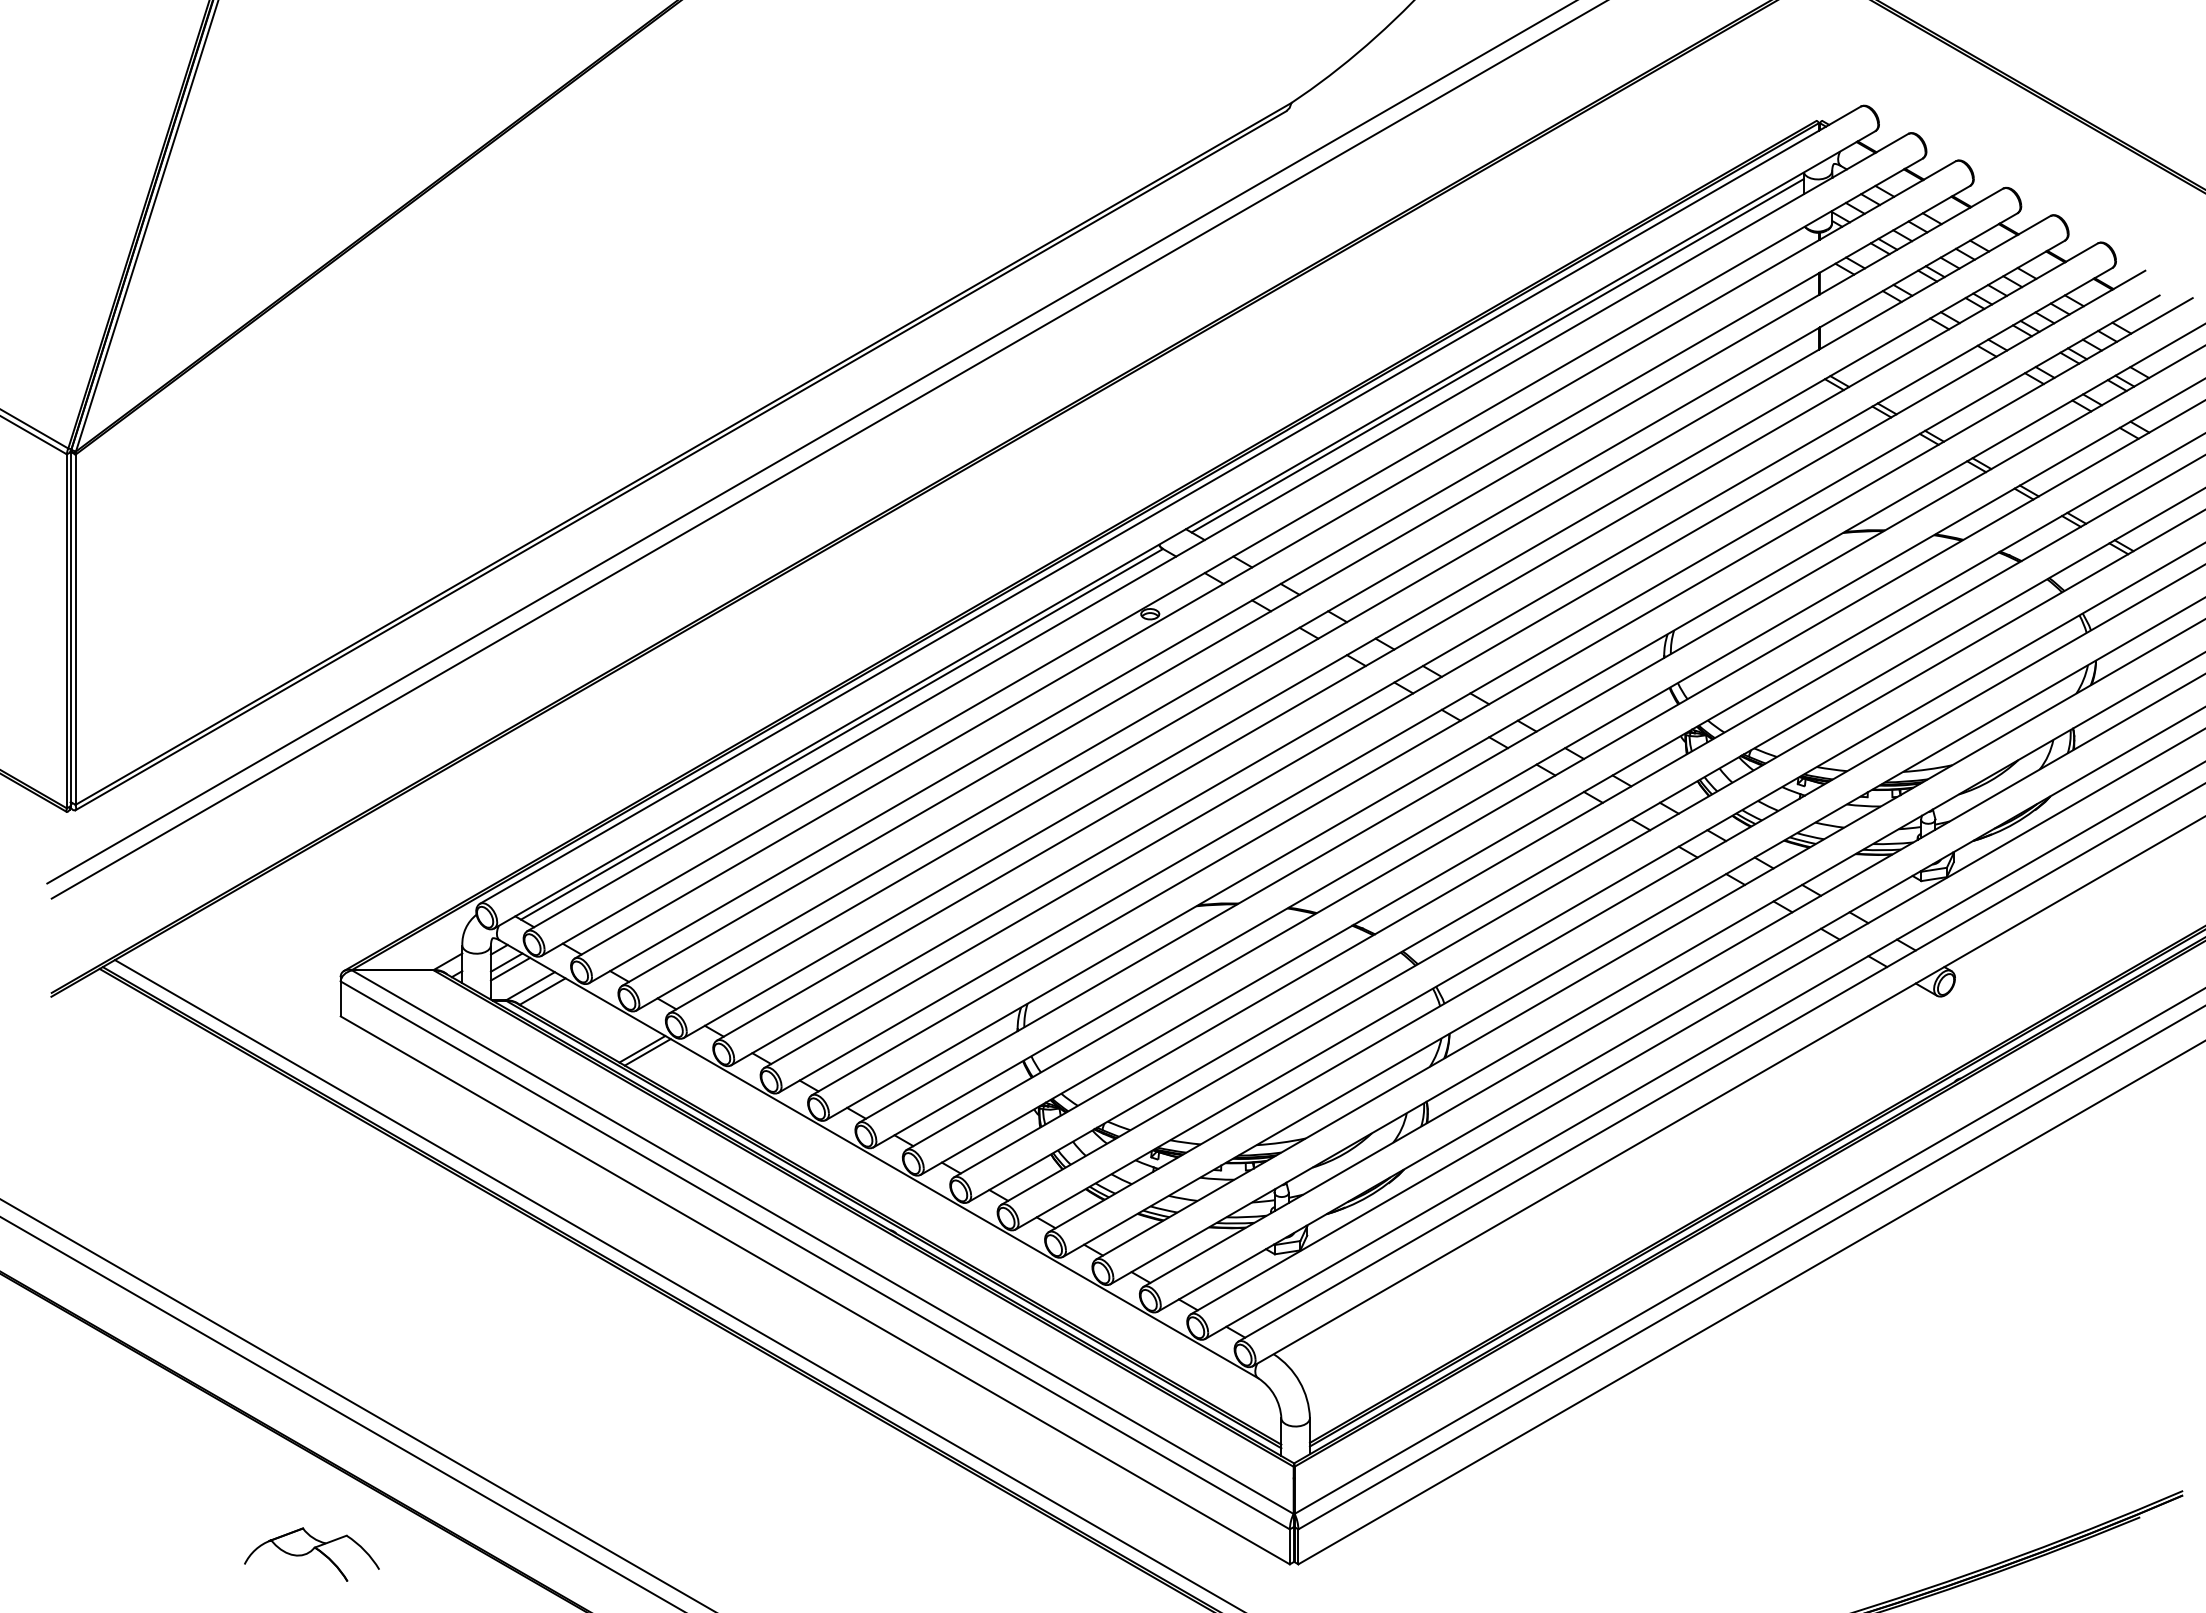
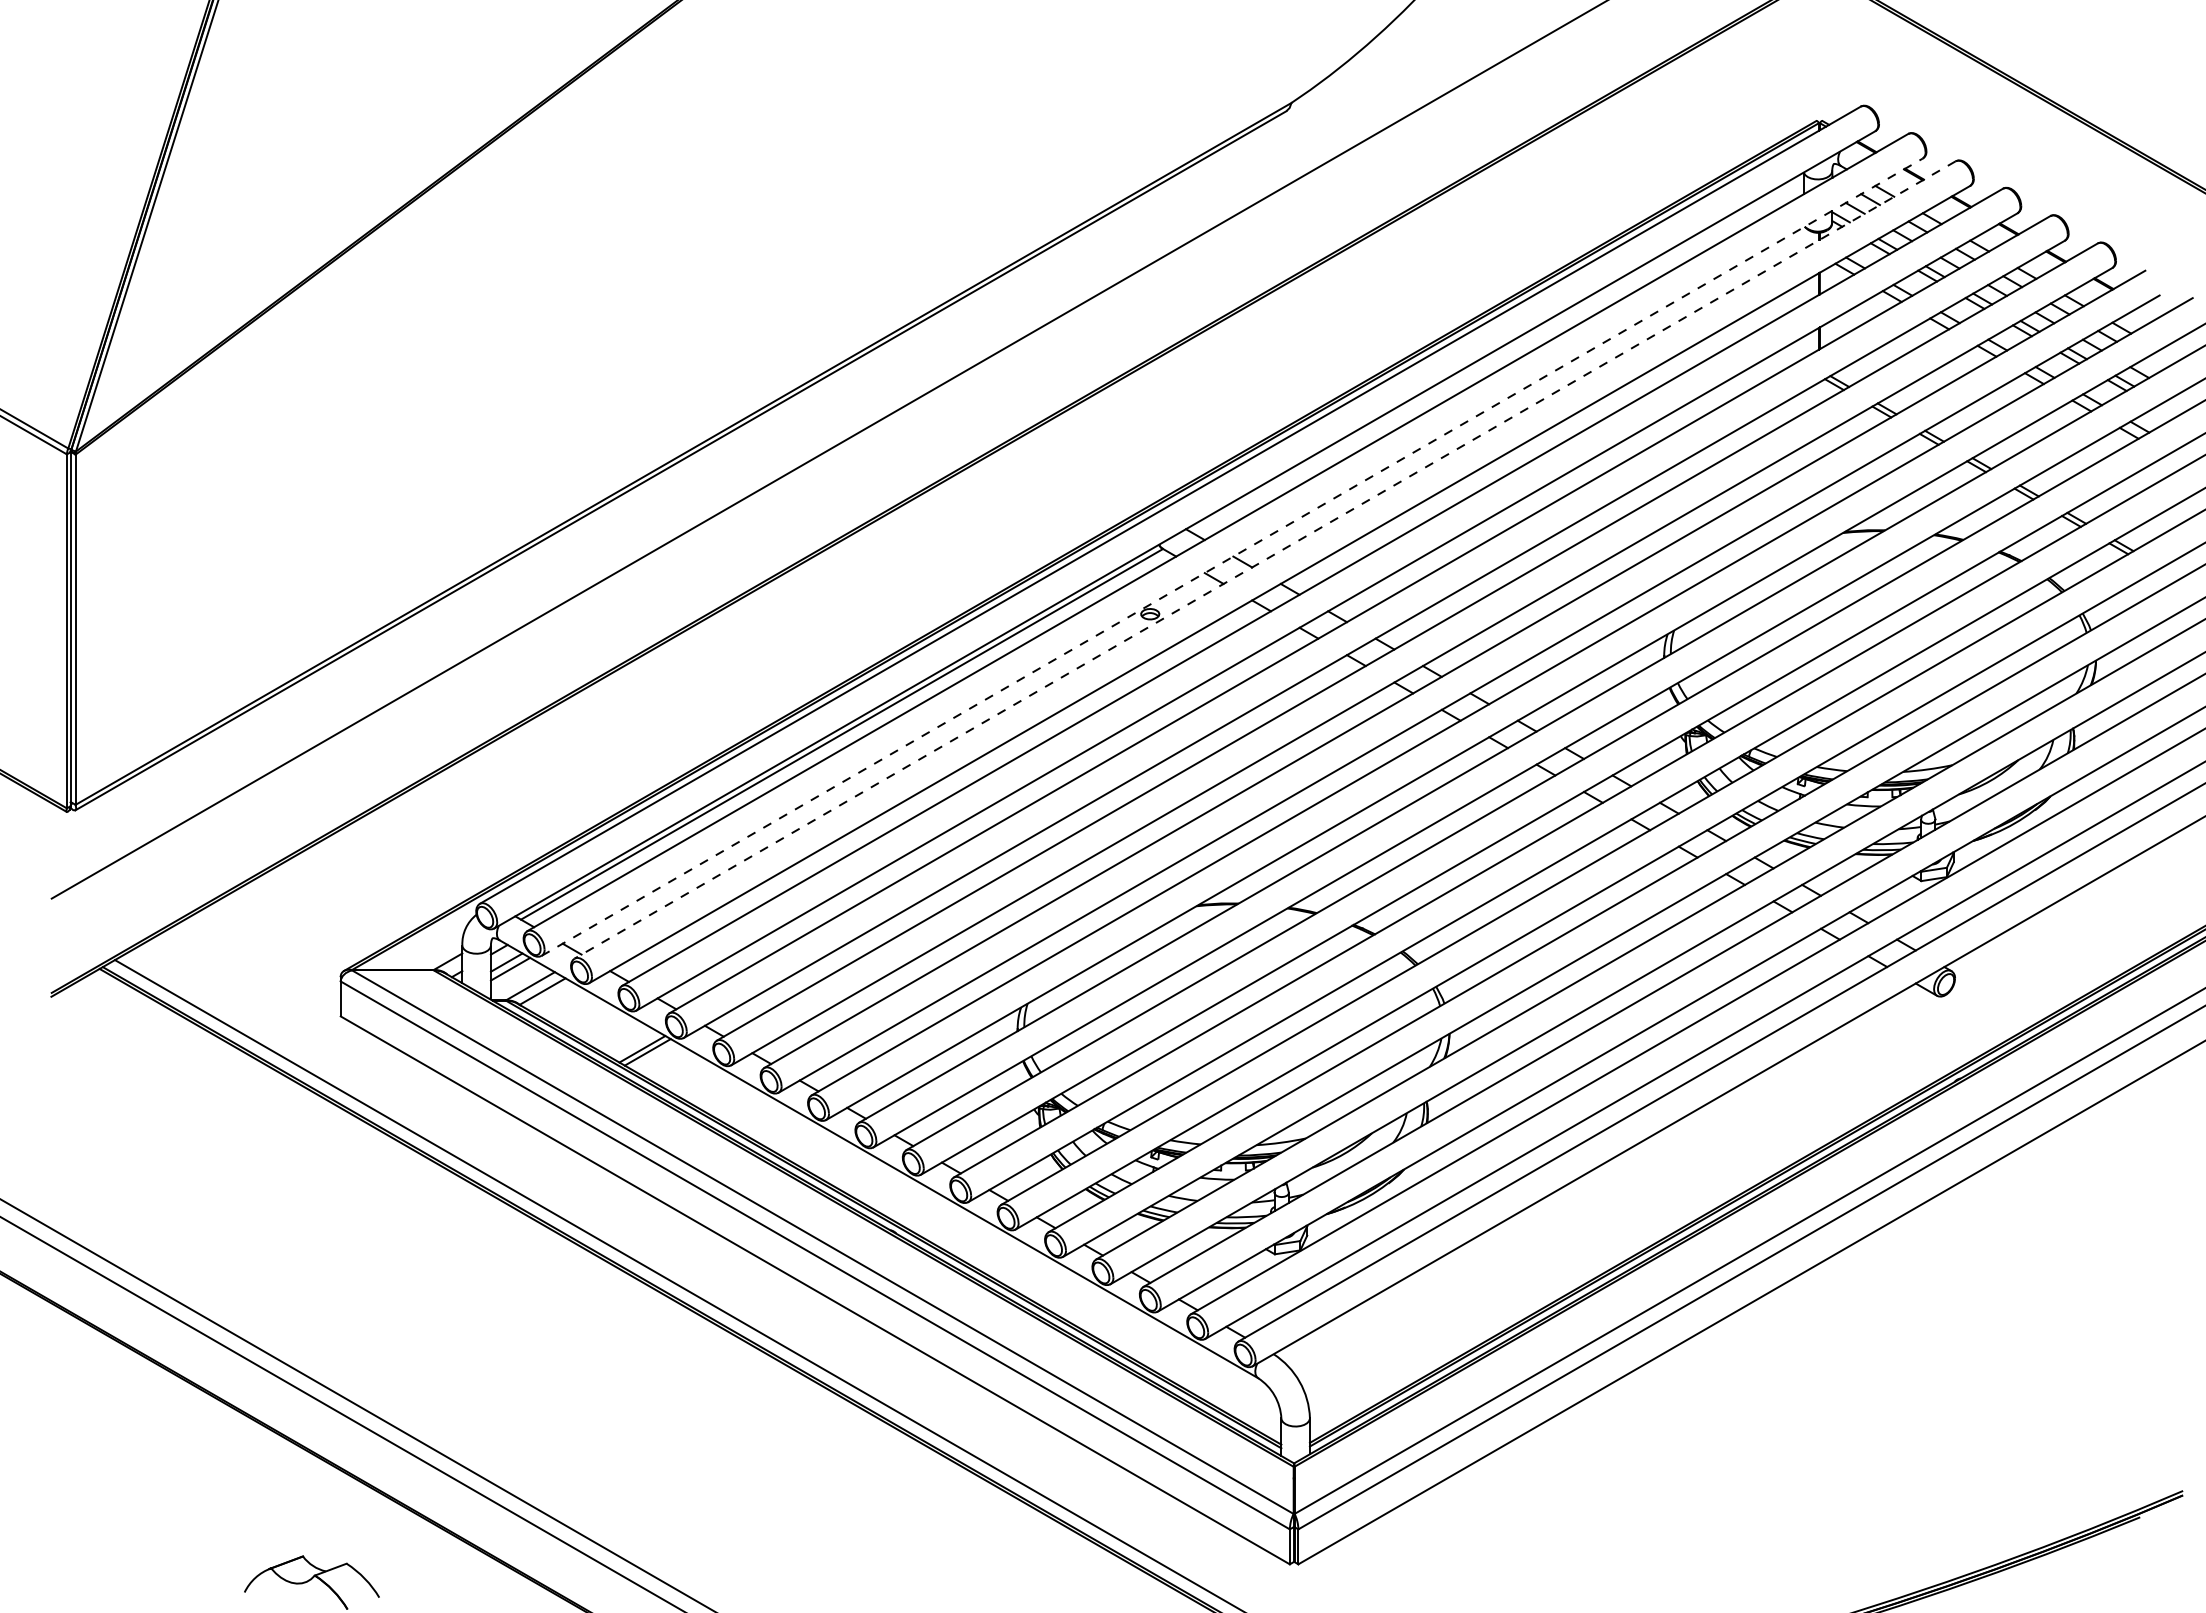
line at (1497, 355): present -> none
line at (810, 442): present -> none
line at (1232, 557): solid -> dashed
line at (1264, 560): solid -> dashed
part at (311, 1554) position: (311, 1554) -> (311, 1582)
